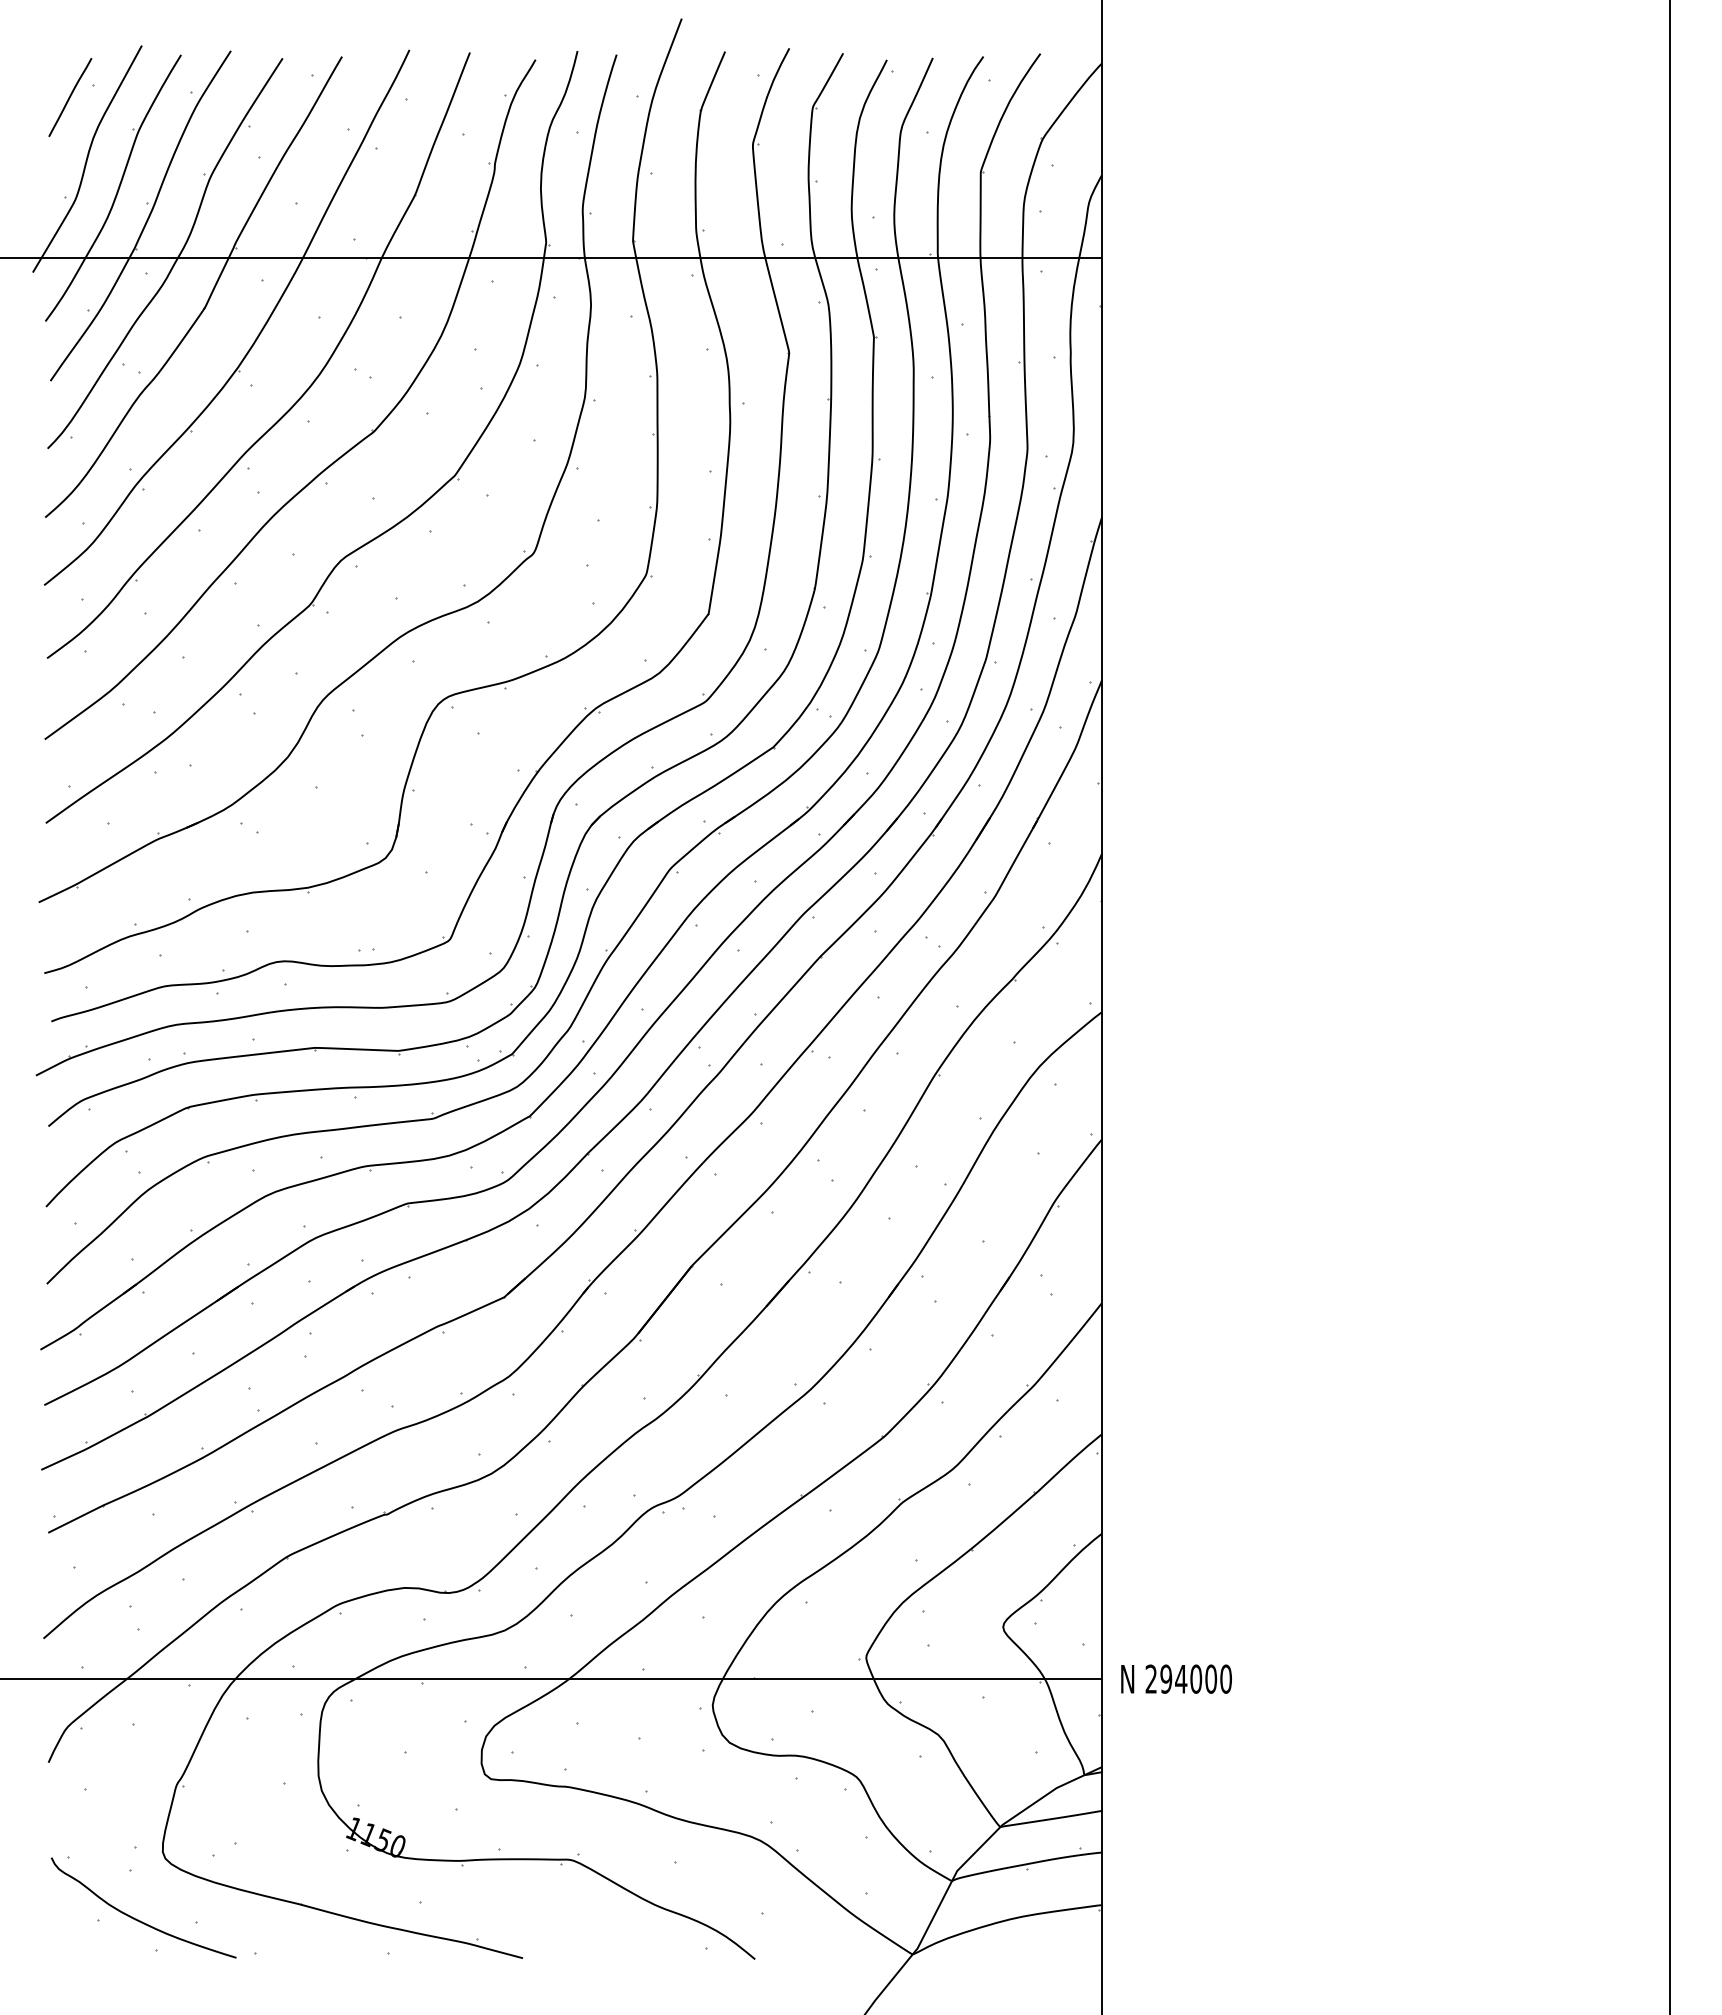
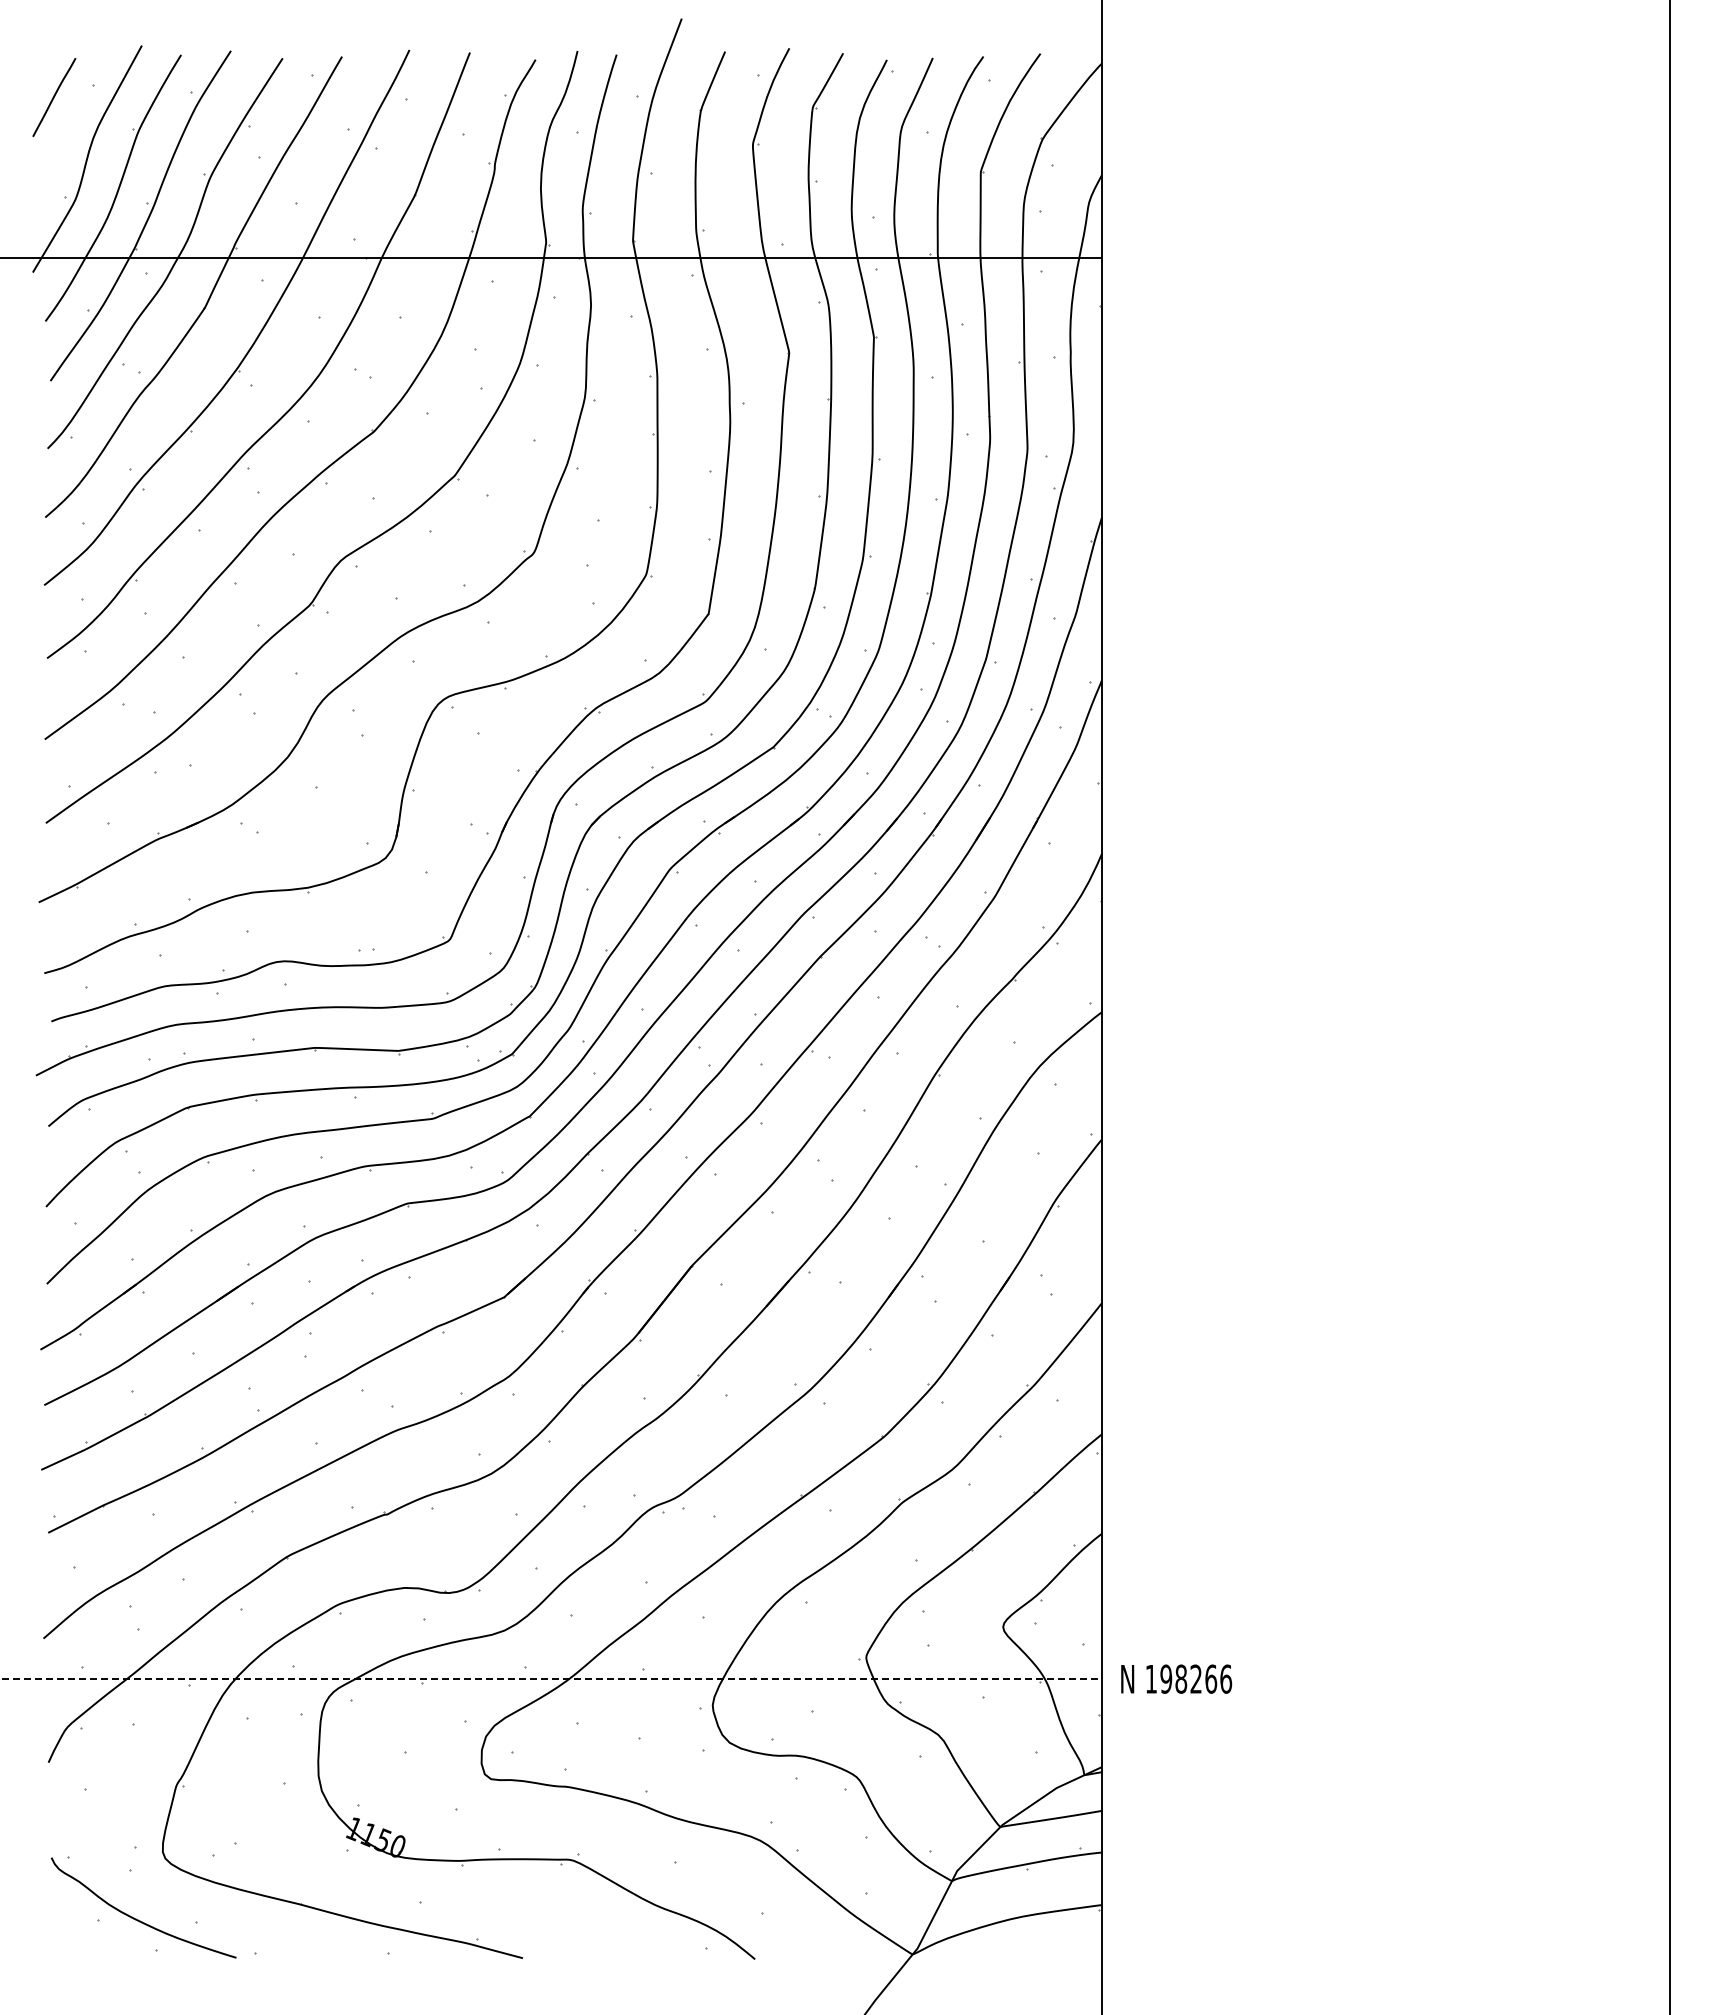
line at (70, 97) position: (70, 97) -> (54, 97)
text at (1188, 1678): 294000 -> 198266
line at (551, 1679): solid -> dashed
